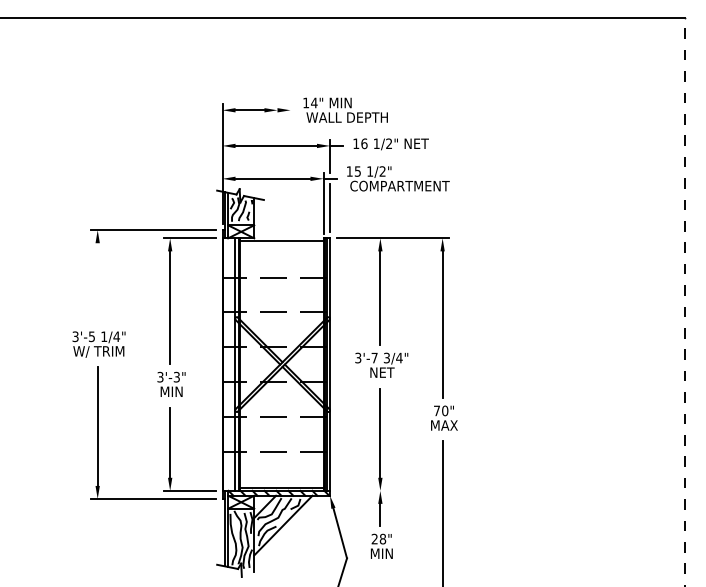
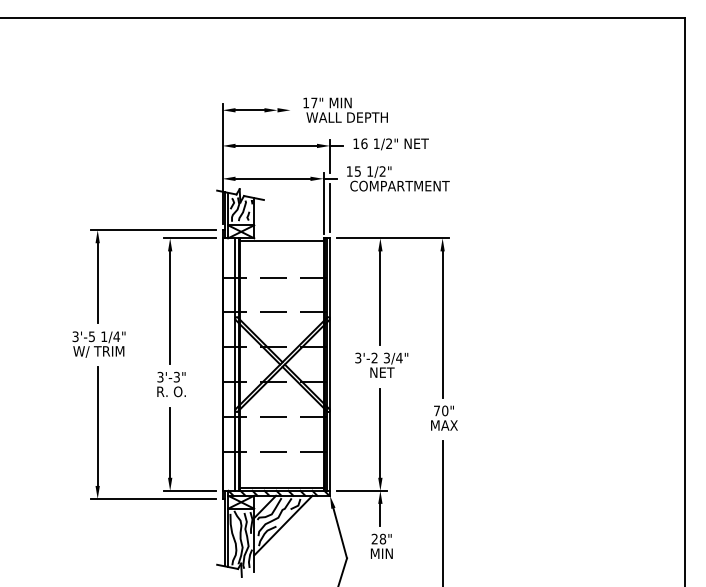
text at (314, 102): 14" -> 17"
line at (97, 283): none -> present
line at (684, 301): dashed -> solid
text at (374, 357): 3'-7 -> 3'-2
text at (171, 391): MIN -> R. O.
line at (361, 490): none -> present
